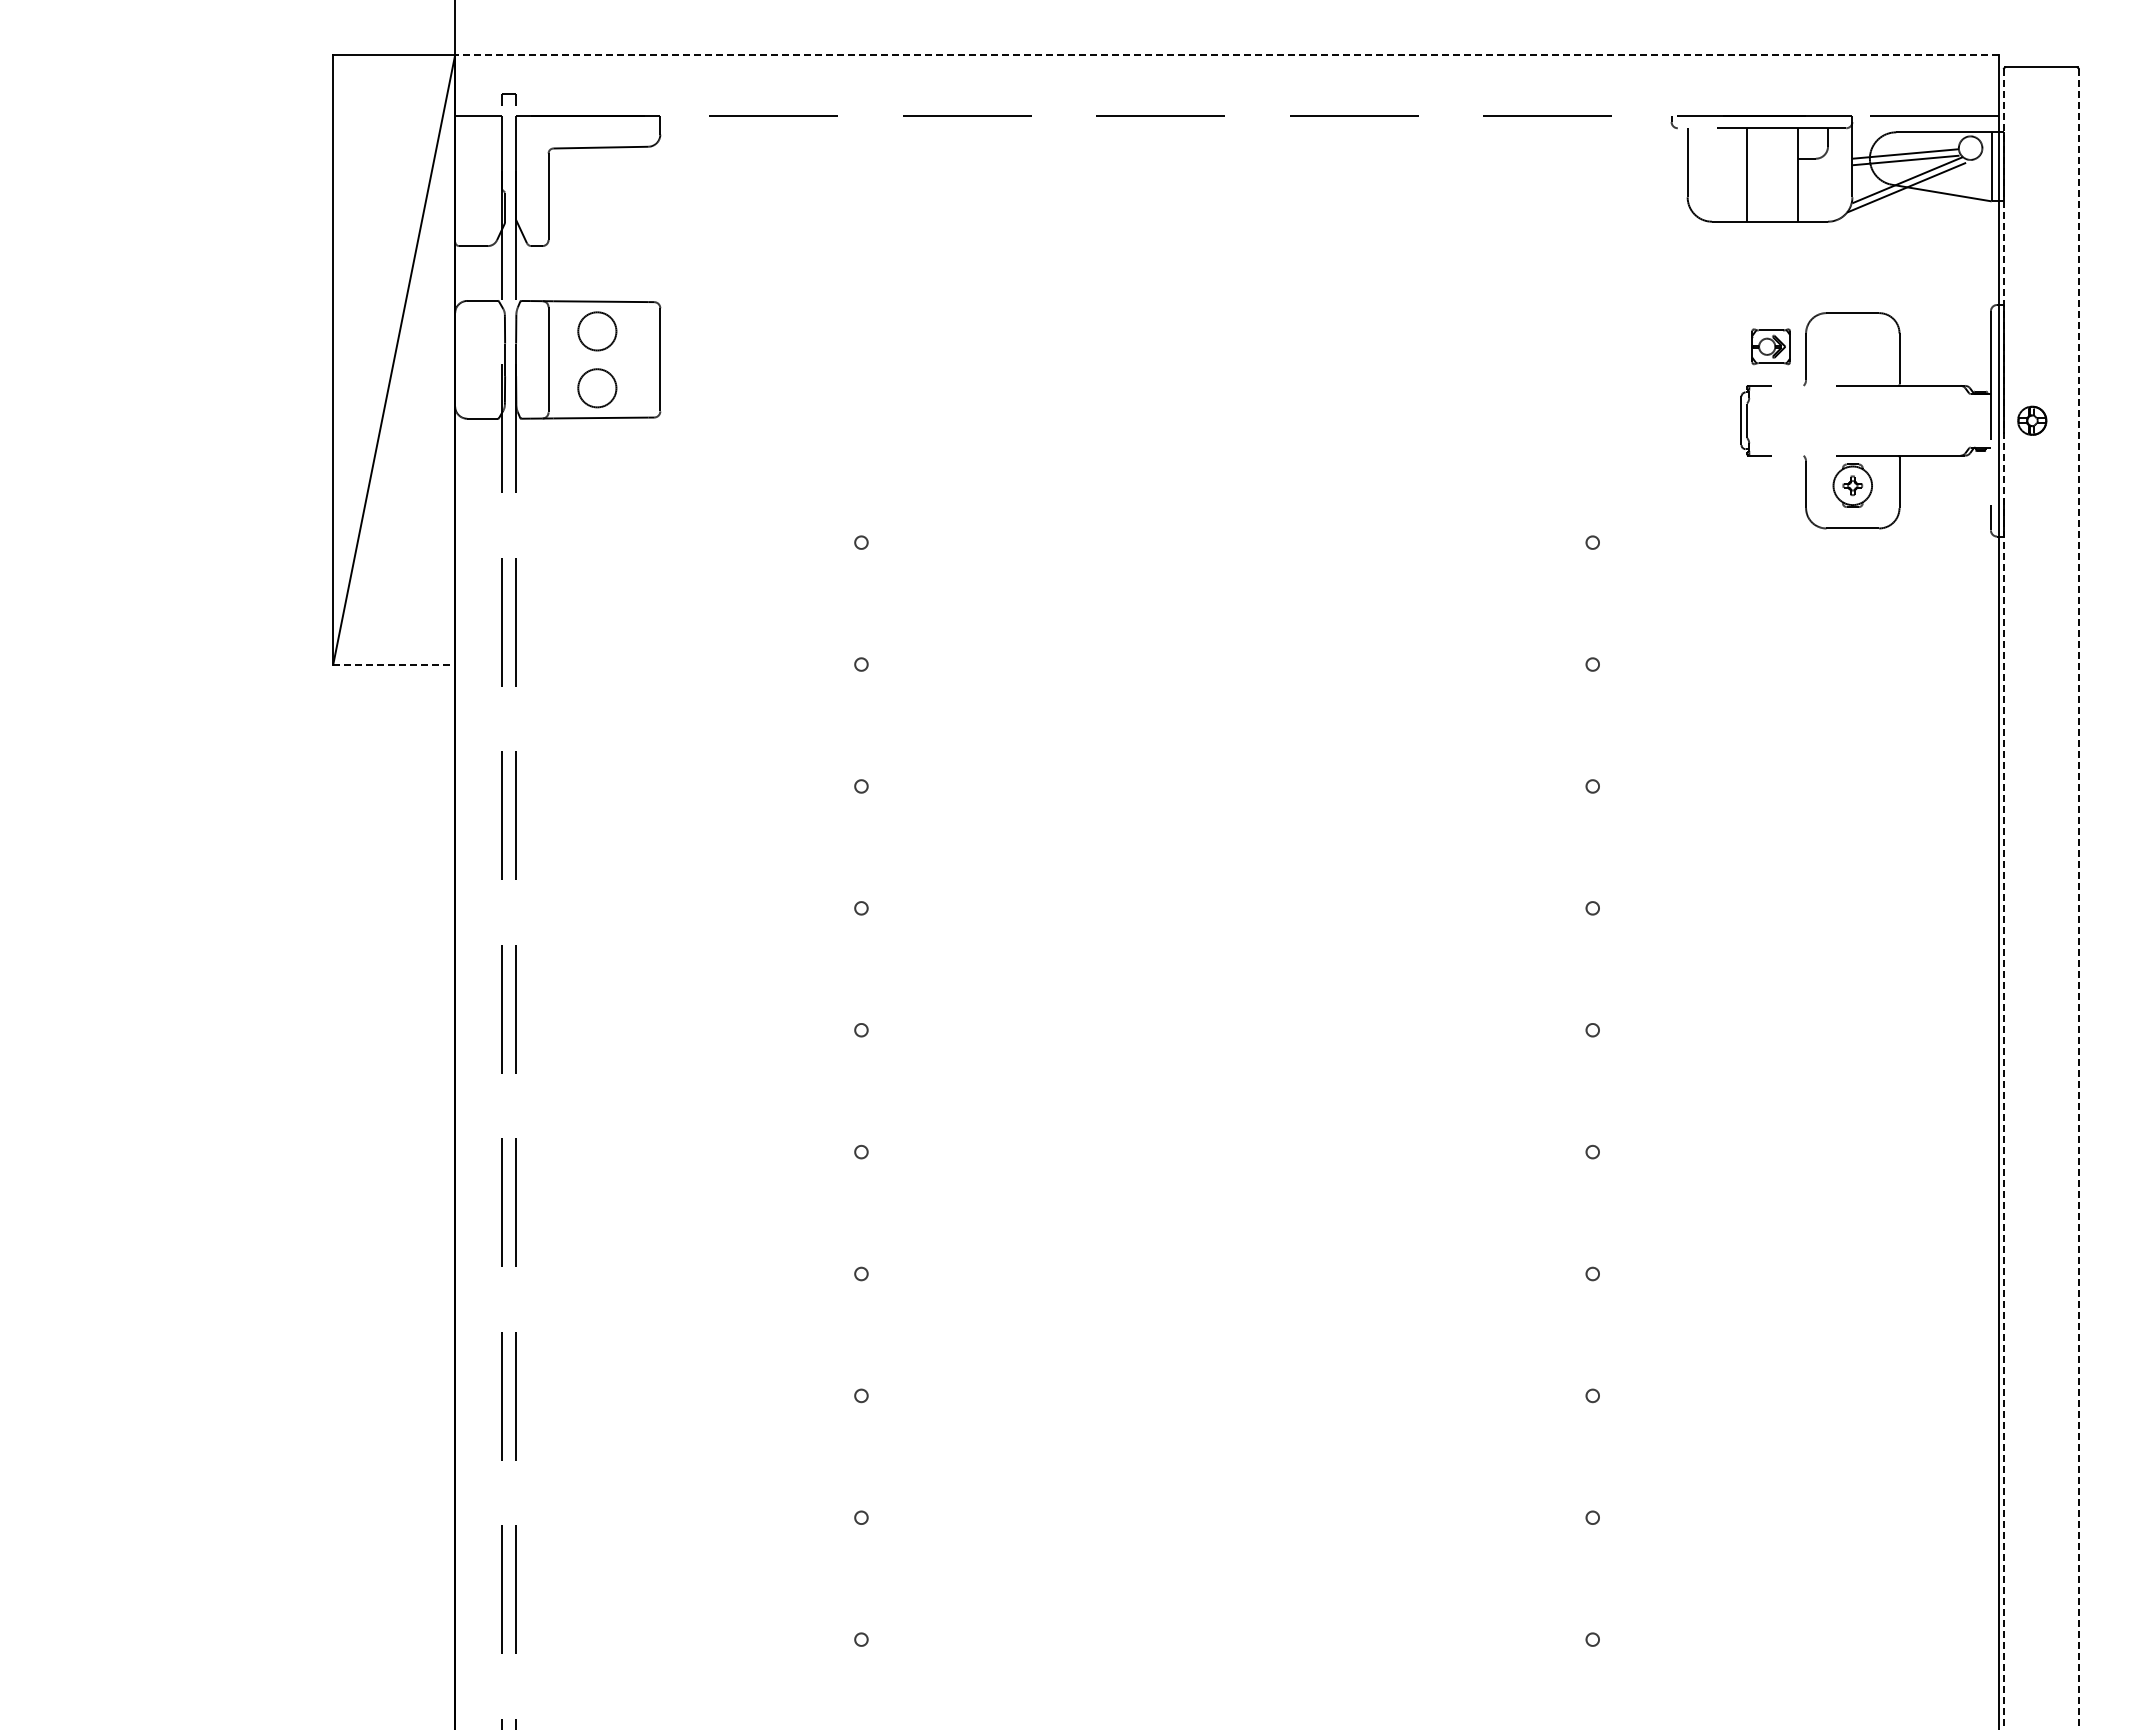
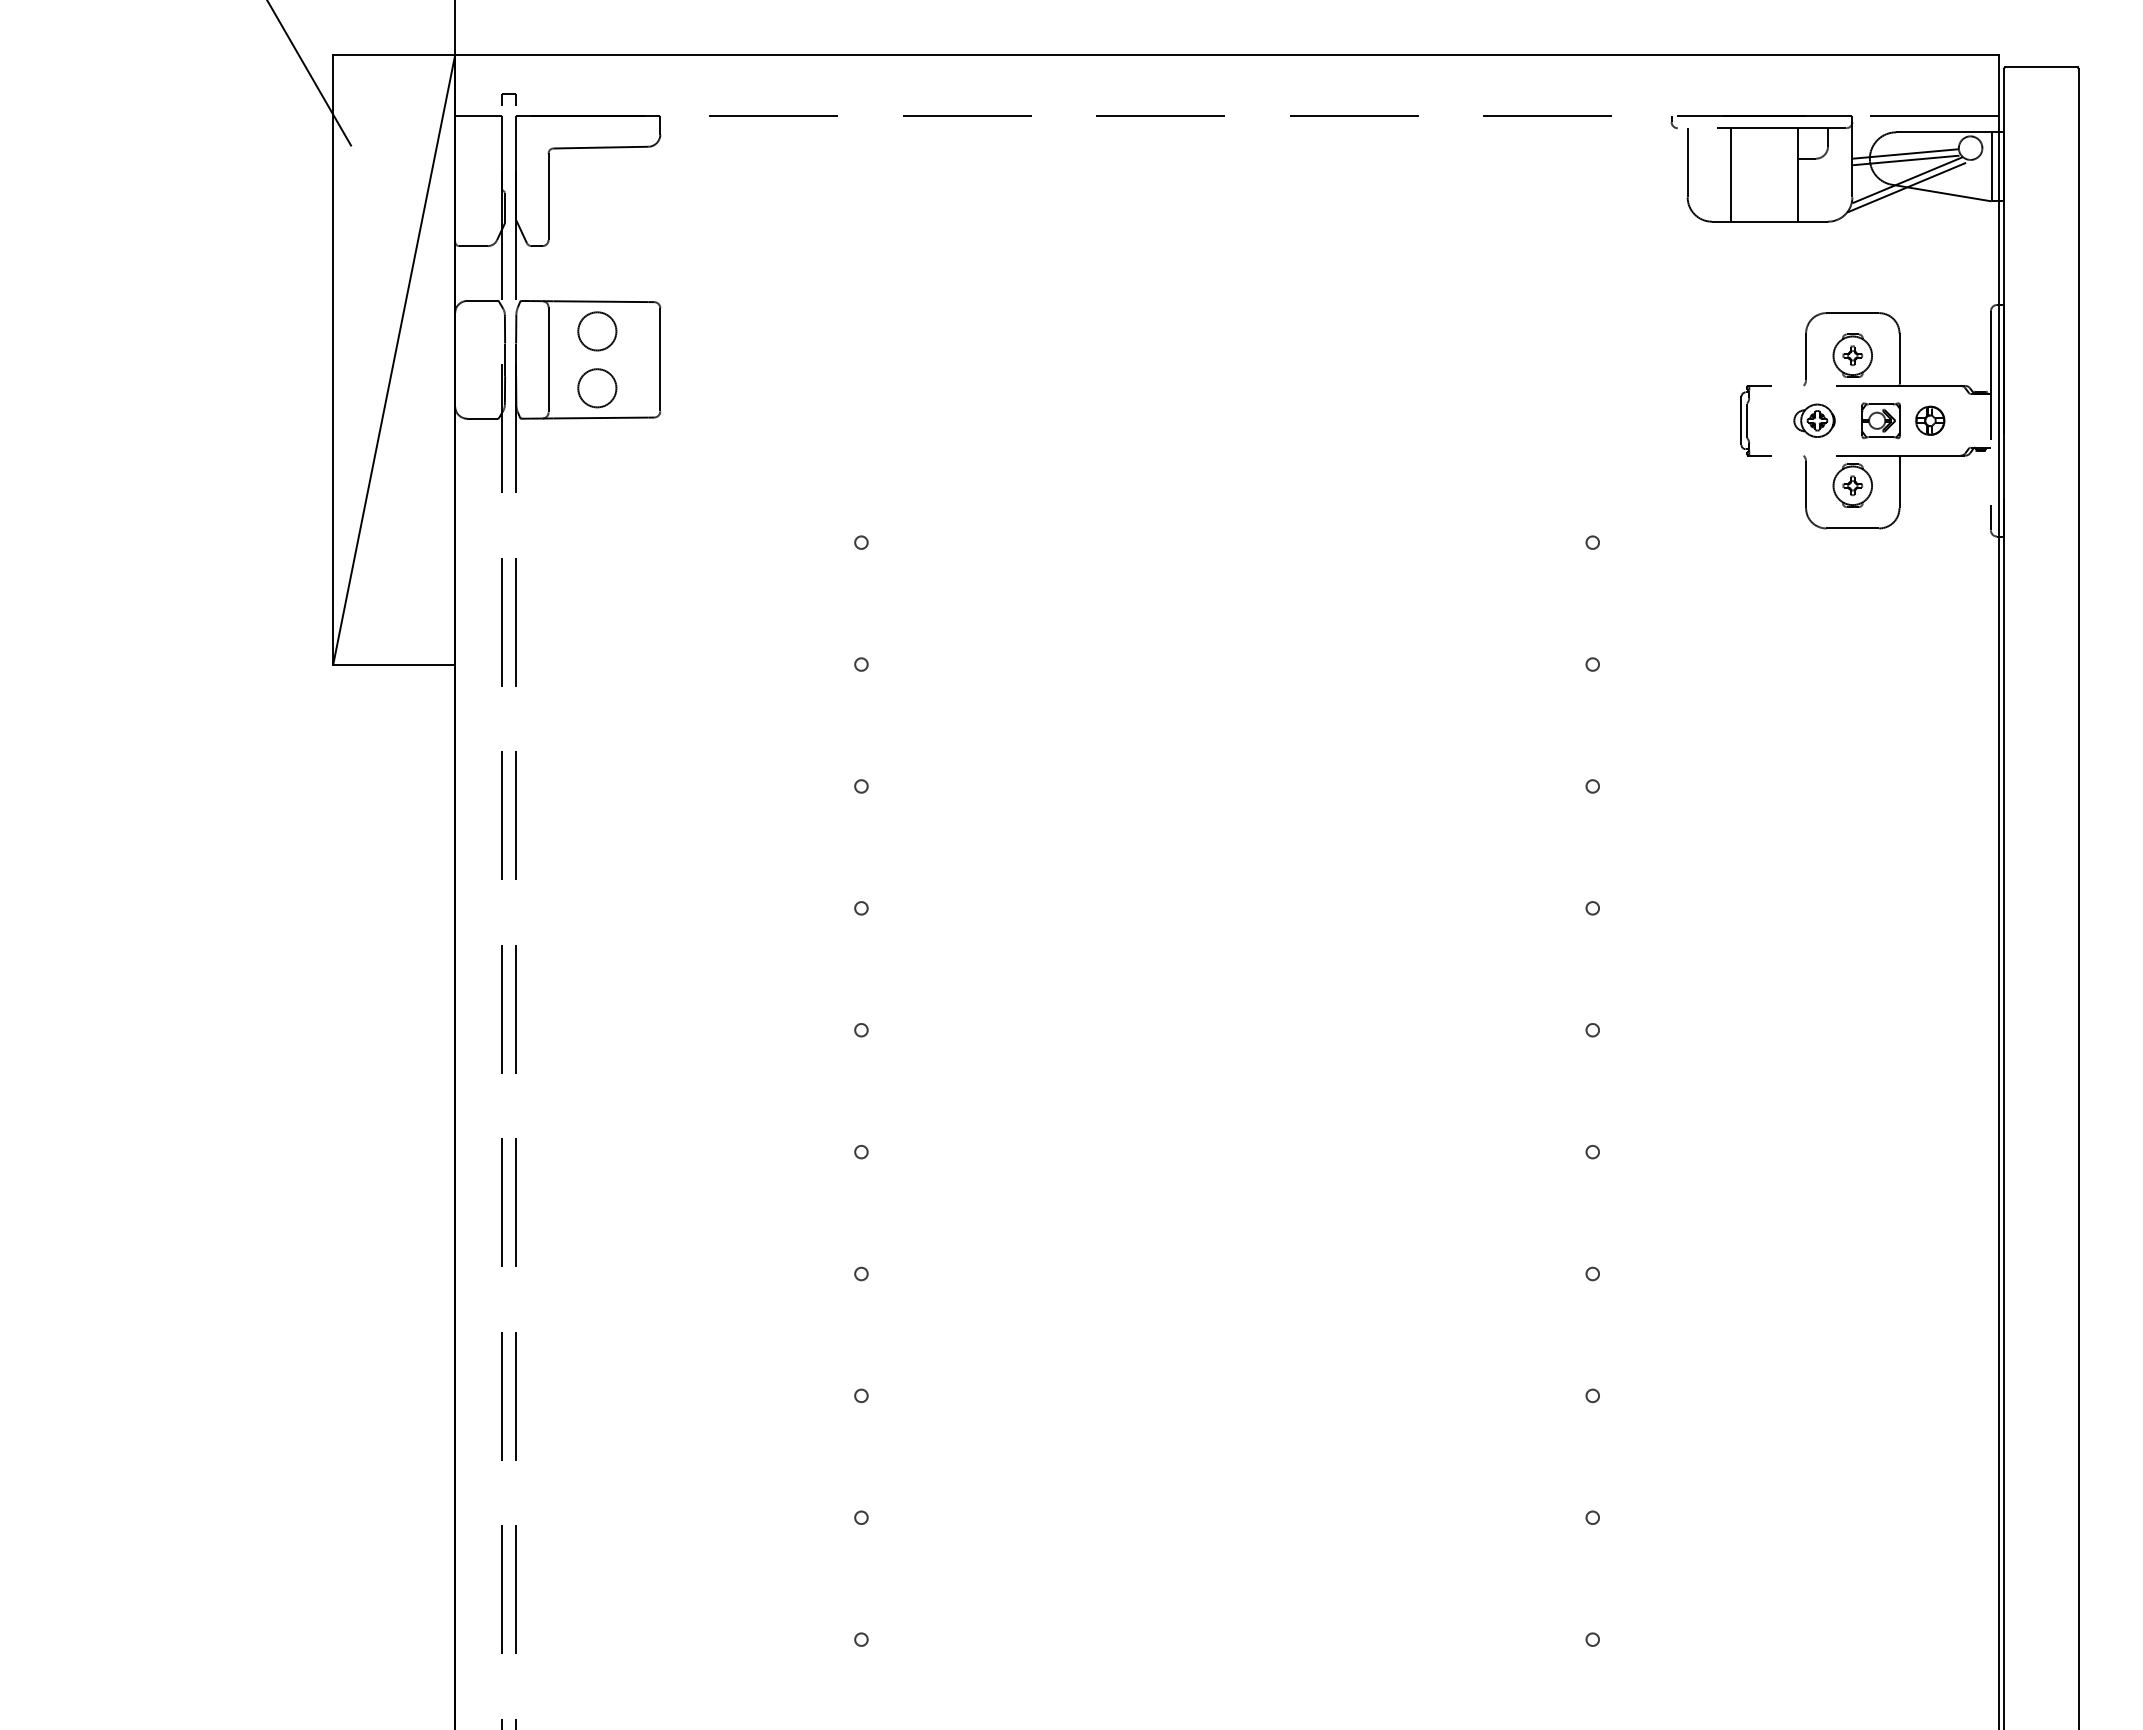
line at (1227, 55): dashed -> solid
line at (309, 73): none -> present
line at (1746, 174) position: (1746, 174) -> (1730, 174)
part at (1770, 346) position: (1770, 346) -> (1880, 420)
part at (1852, 355): none -> present
part at (1814, 420): none -> present
part at (2032, 420) position: (2032, 420) -> (1930, 420)
line at (394, 664): dashed -> solid
line at (2003, 898): dashed -> solid
line at (2078, 898): dashed -> solid
